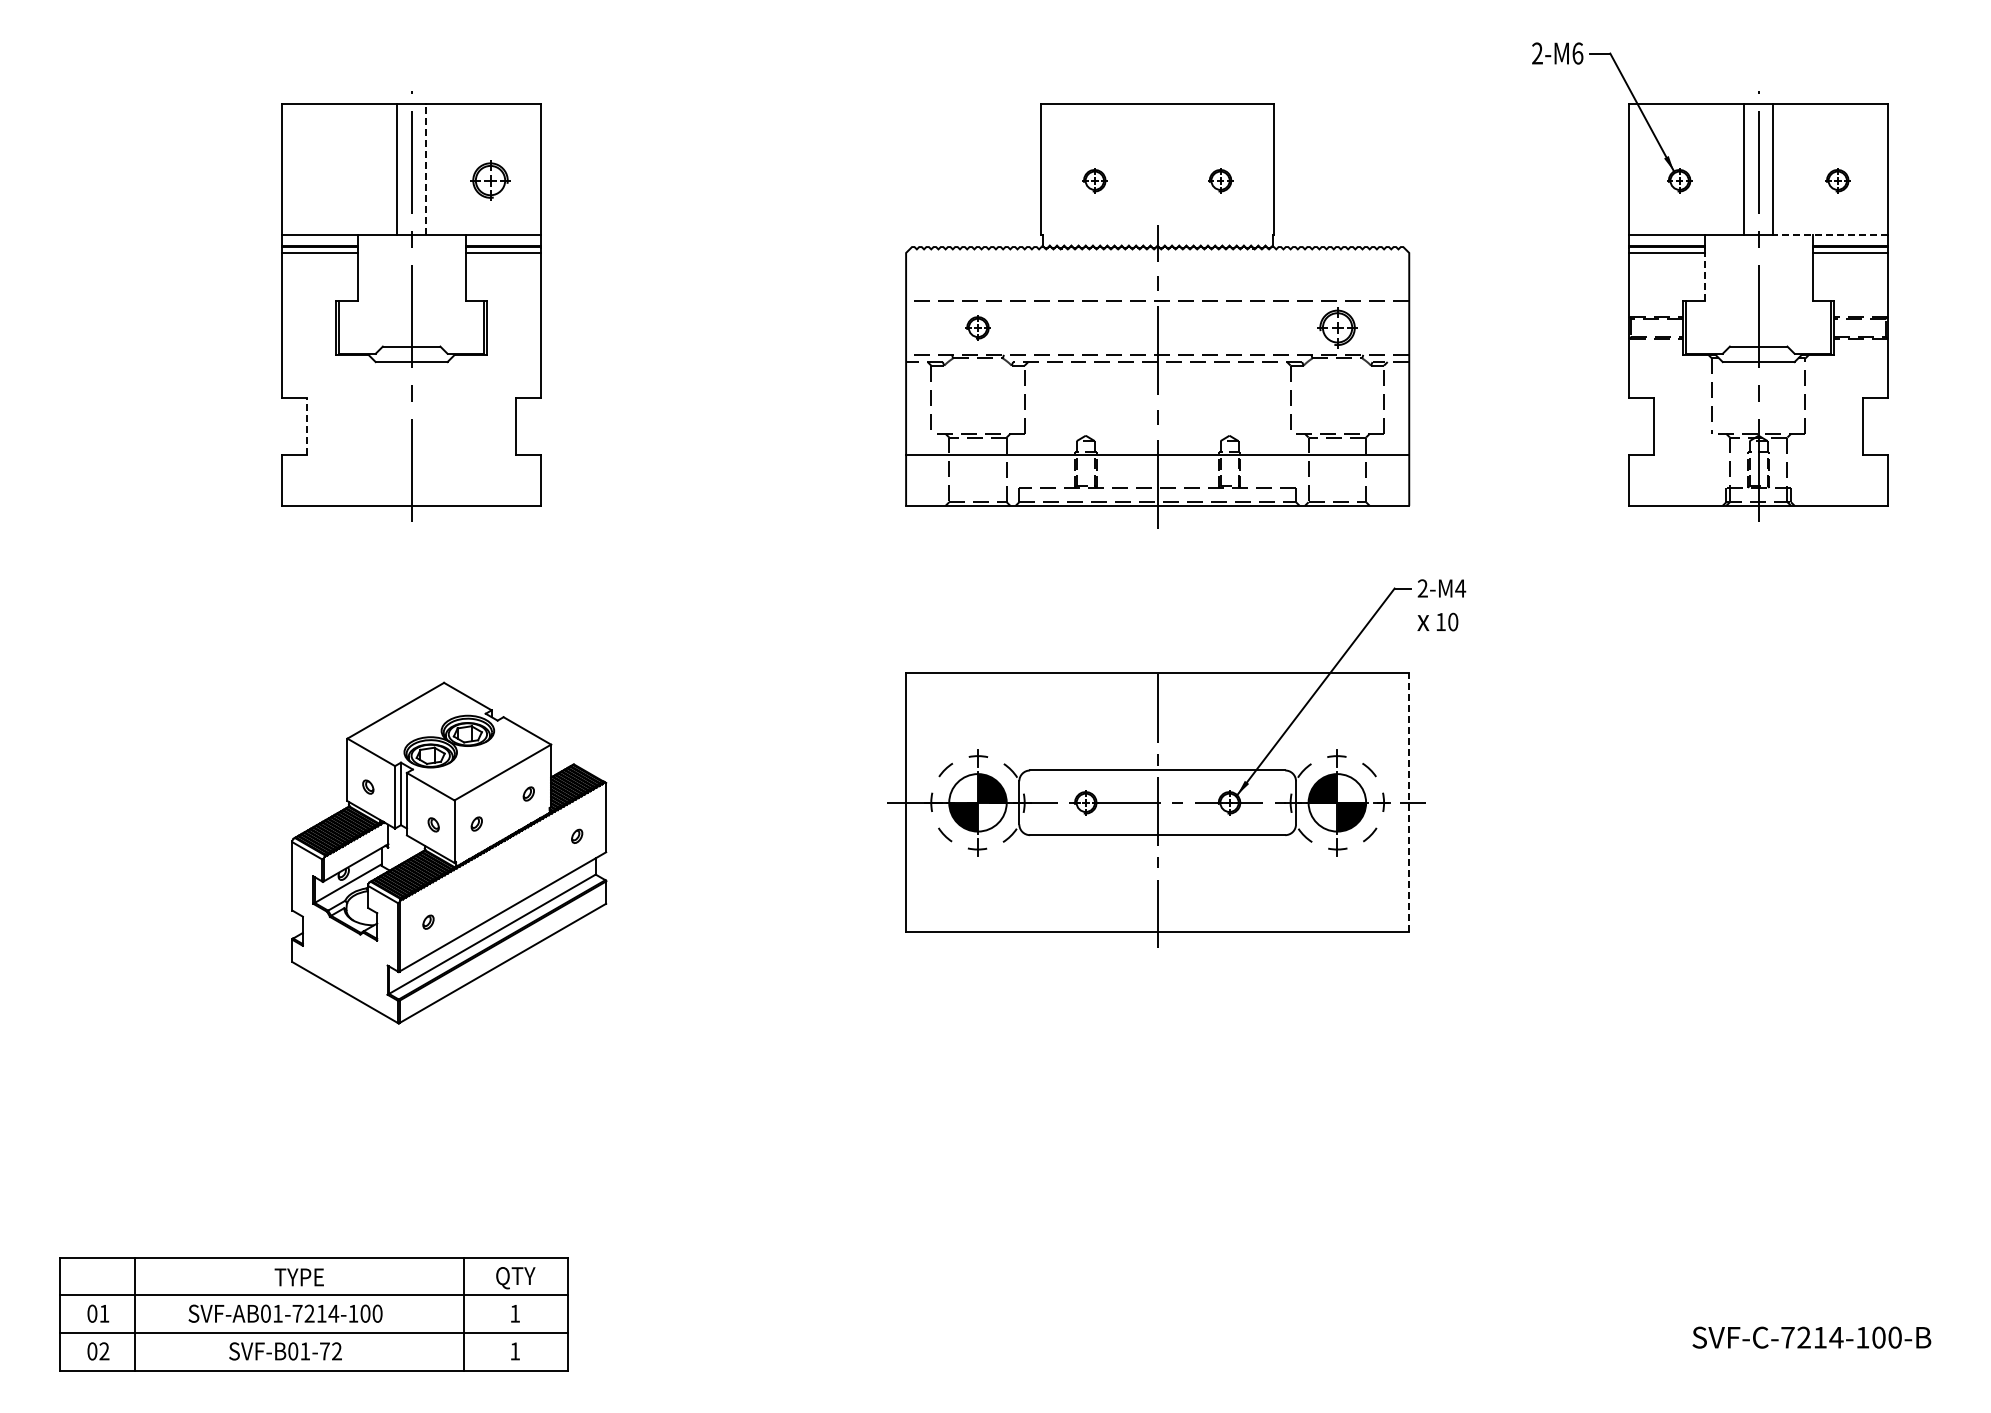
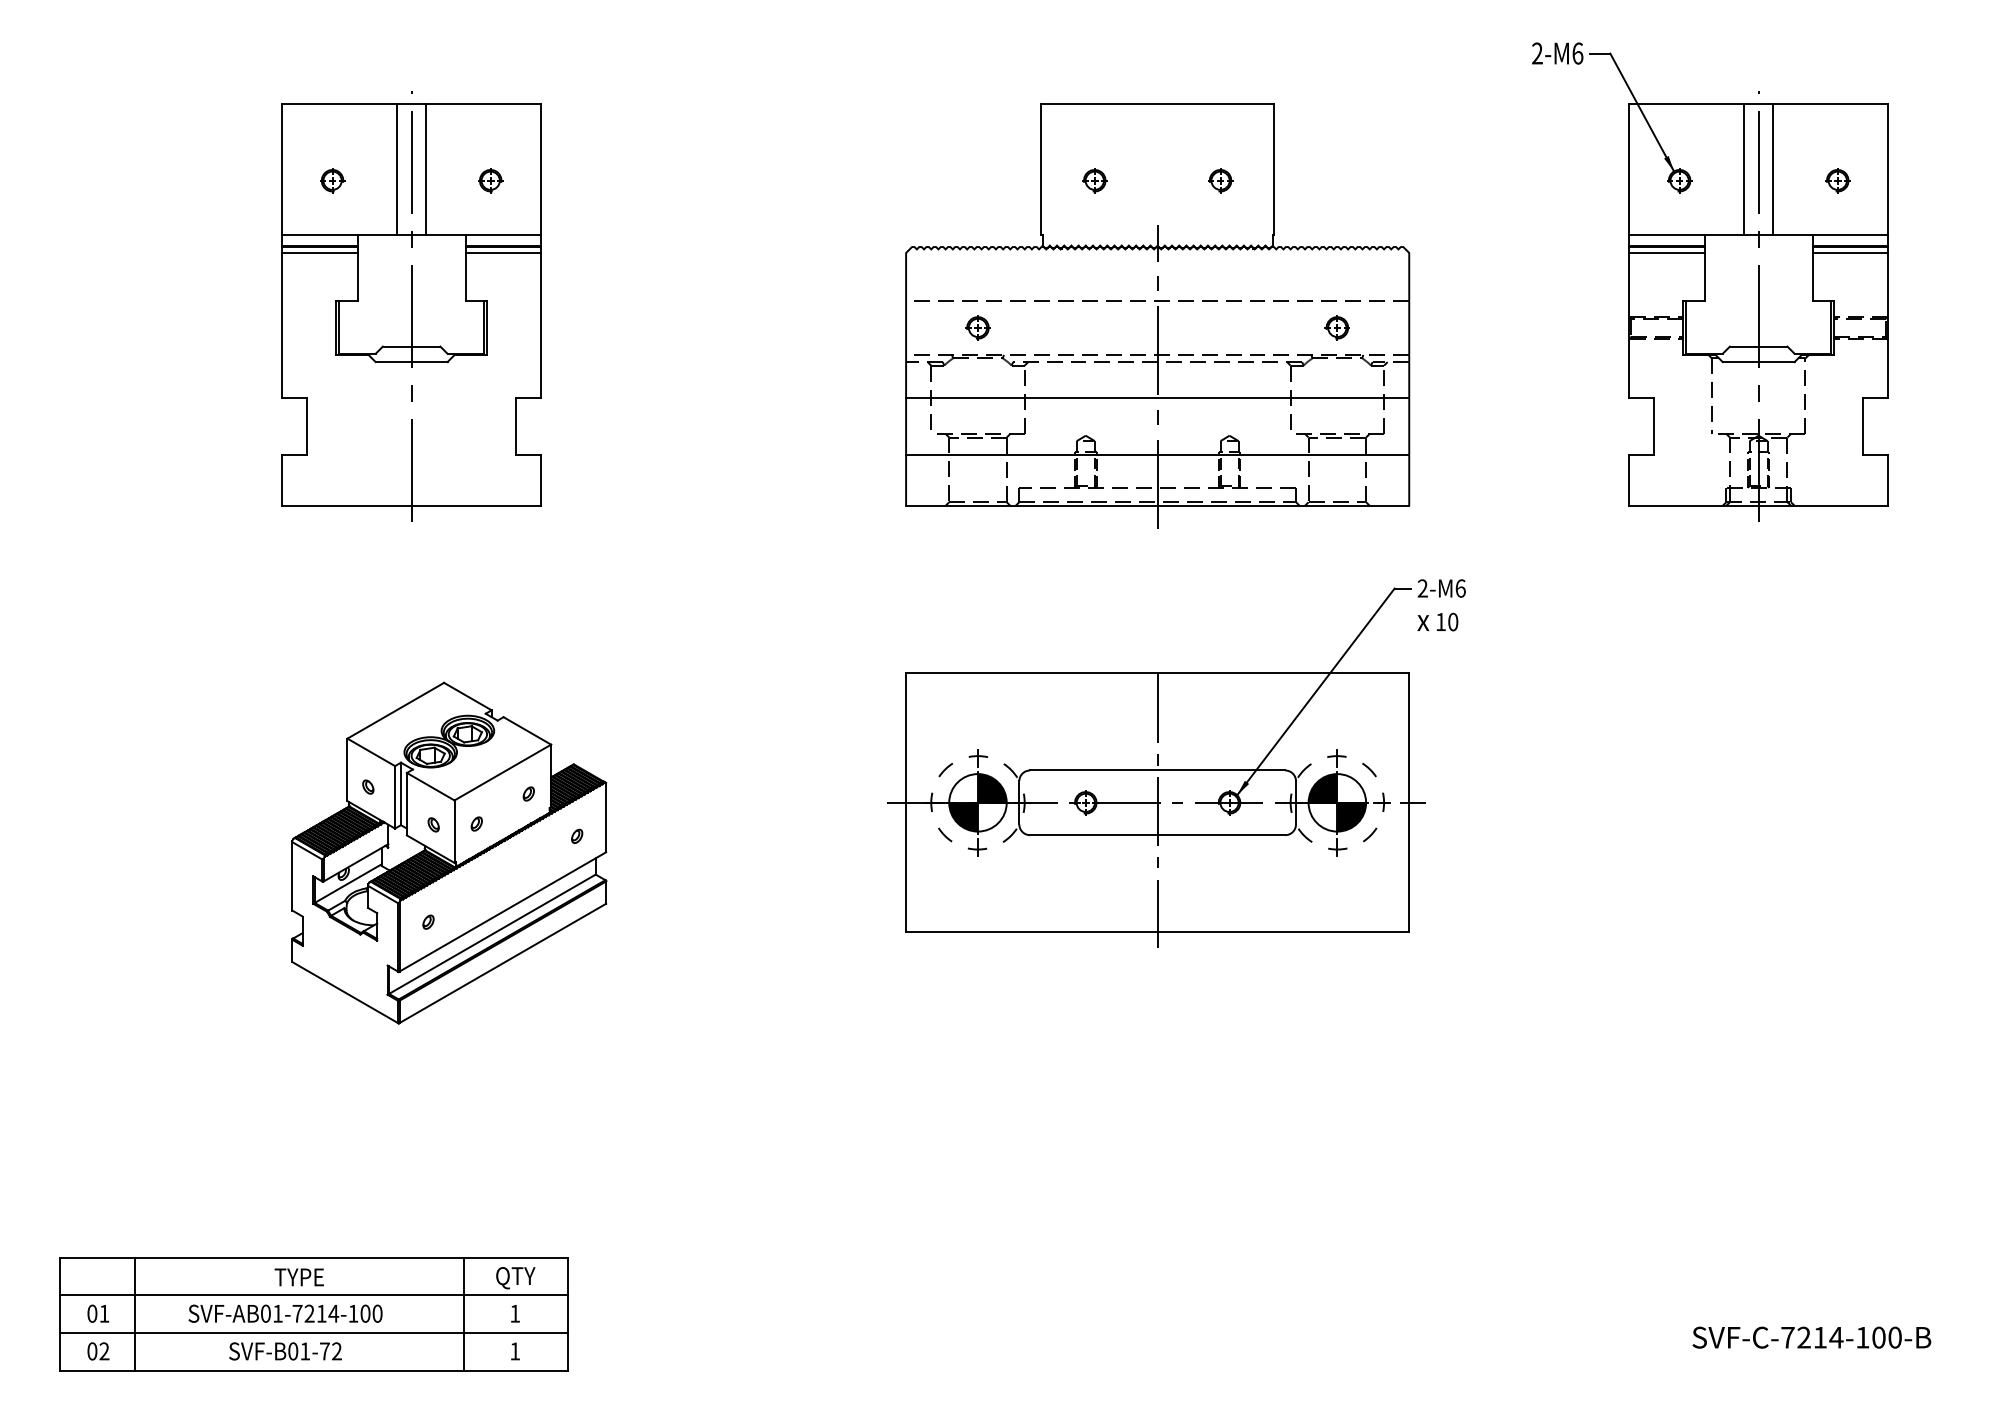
line at (426, 169): dashed -> solid
part at (332, 180): none -> present
part at (490, 180) size: 41x41 px -> 26x26 px
line at (1830, 235): dashed -> solid
line at (1704, 276): dashed -> solid
part at (1337, 327) size: 41x42 px -> 26x26 px
line at (1157, 397): none -> present
line at (307, 426): dashed -> solid
text at (1460, 588): 2-M4 -> 2-M6
line at (1409, 802): dashed -> solid
